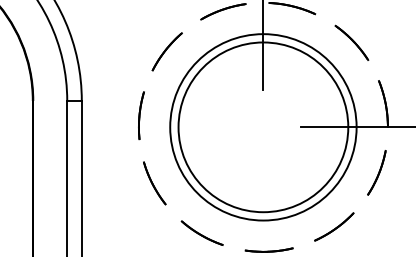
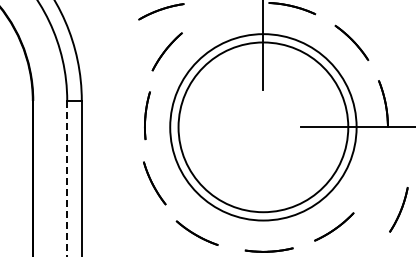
part at (223, 11) position: (223, 11) -> (161, 11)
part at (141, 115) position: (141, 115) -> (147, 115)
part at (376, 172) position: (376, 172) -> (398, 209)
line at (67, 178): solid -> dashed
part at (201, 232) position: (201, 232) -> (196, 232)
